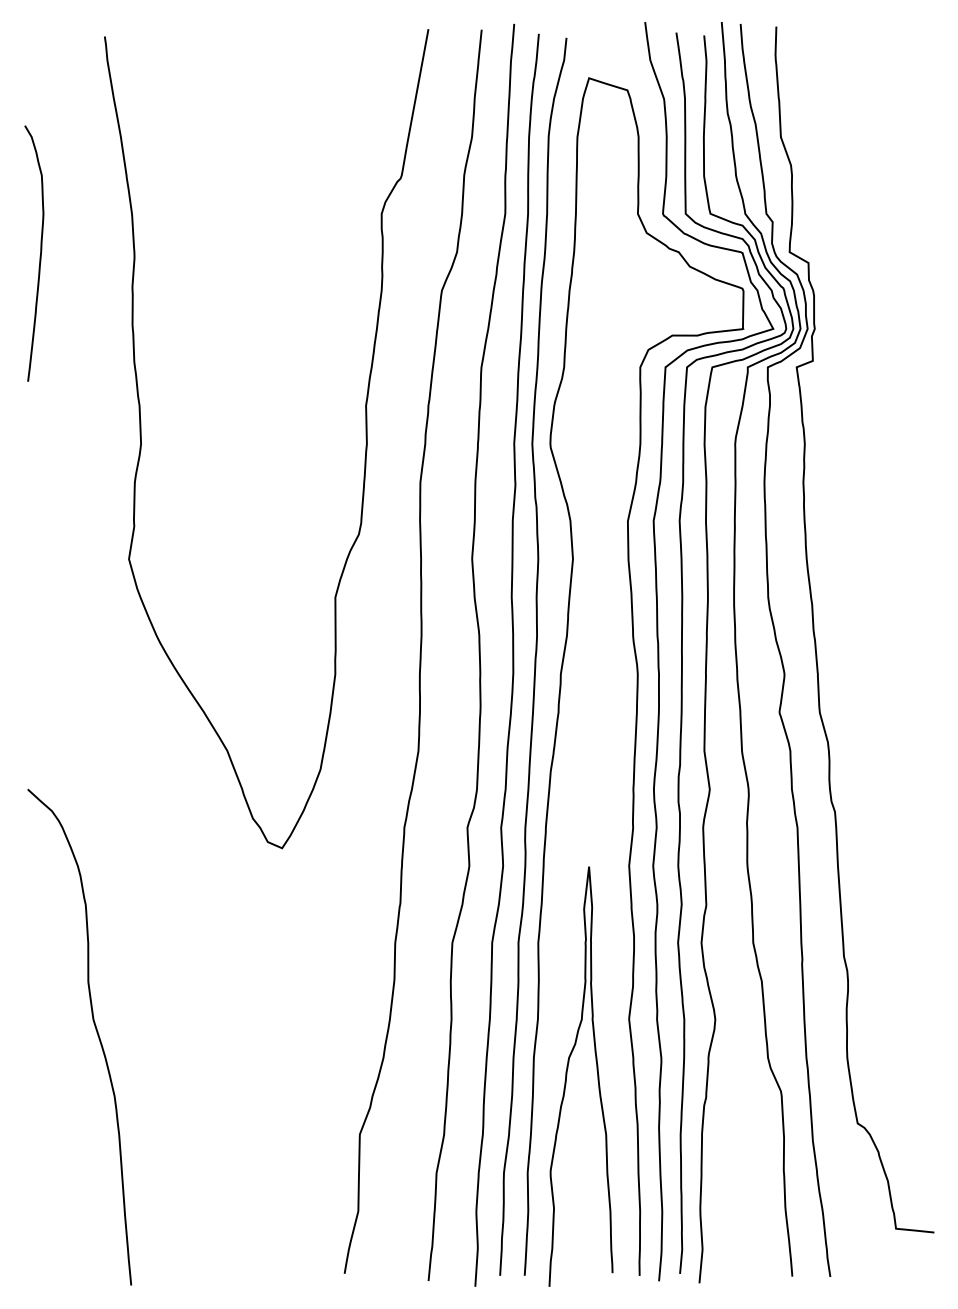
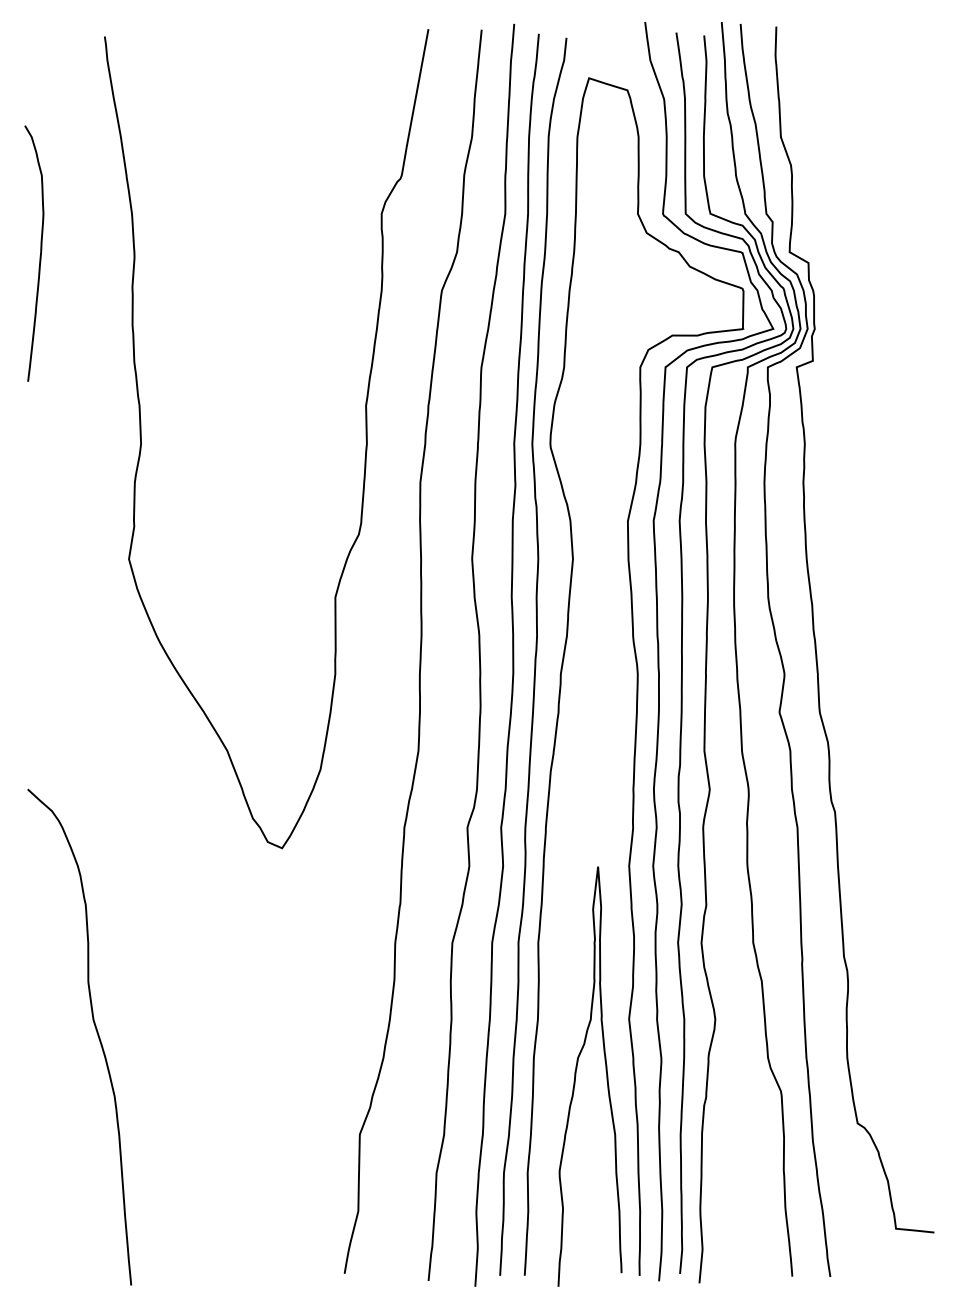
curve at (567, 1076) position: (567, 1076) -> (576, 1076)
